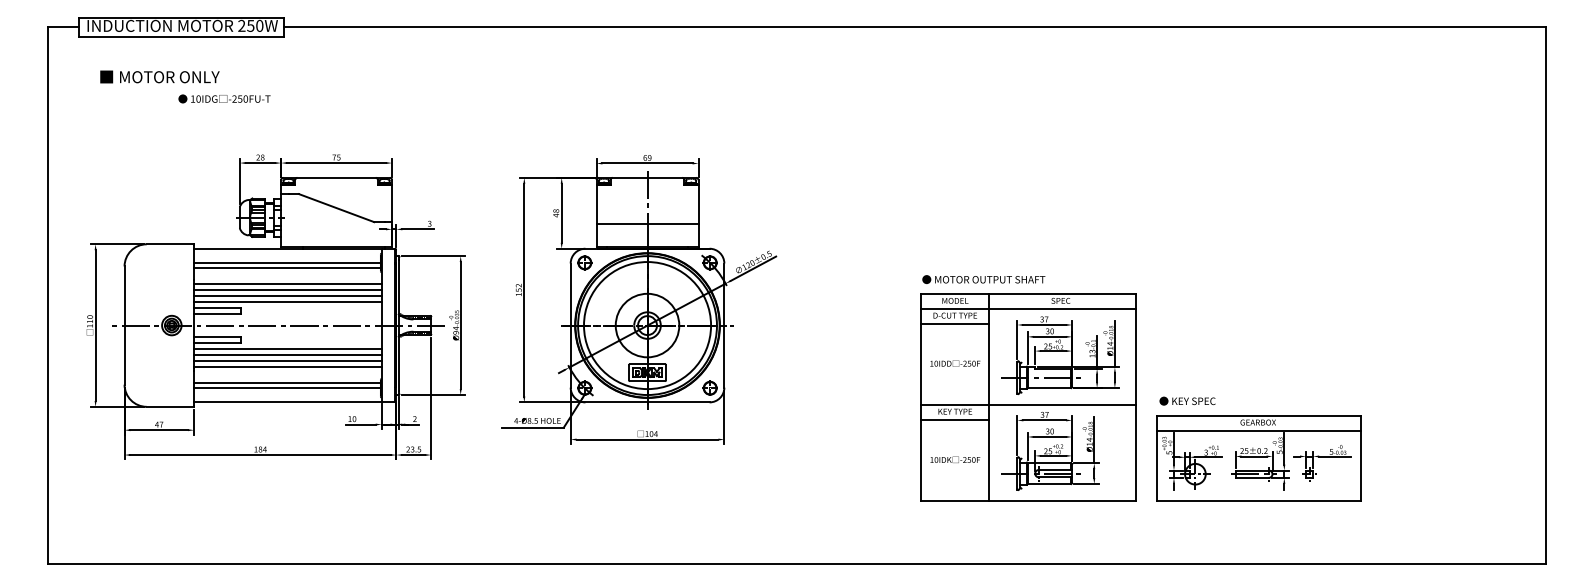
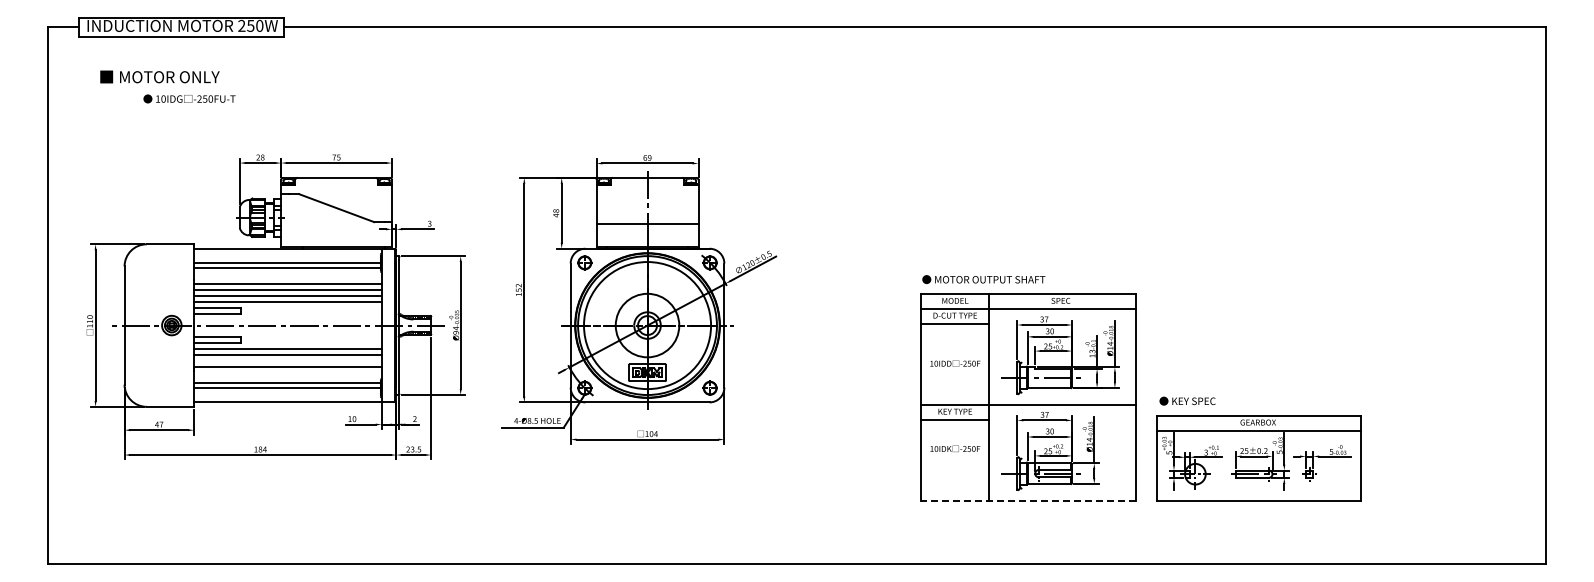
text at (224, 98) position: (224, 98) -> (189, 98)
line at (287, 361): present -> none
text at (955, 459) position: (955, 459) -> (955, 448)
line at (1027, 501): solid -> dashed
